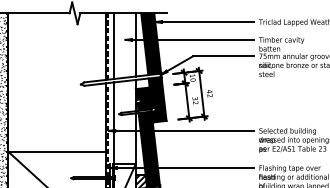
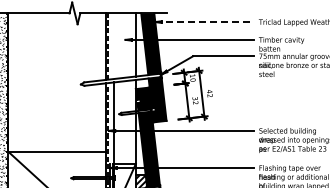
line at (204, 22): solid -> dashed
line at (114, 45): present -> none
